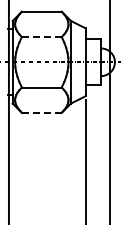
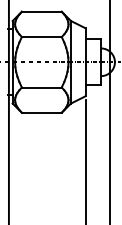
line at (41, 37): dashed -> solid
line at (41, 112): dashed -> solid
